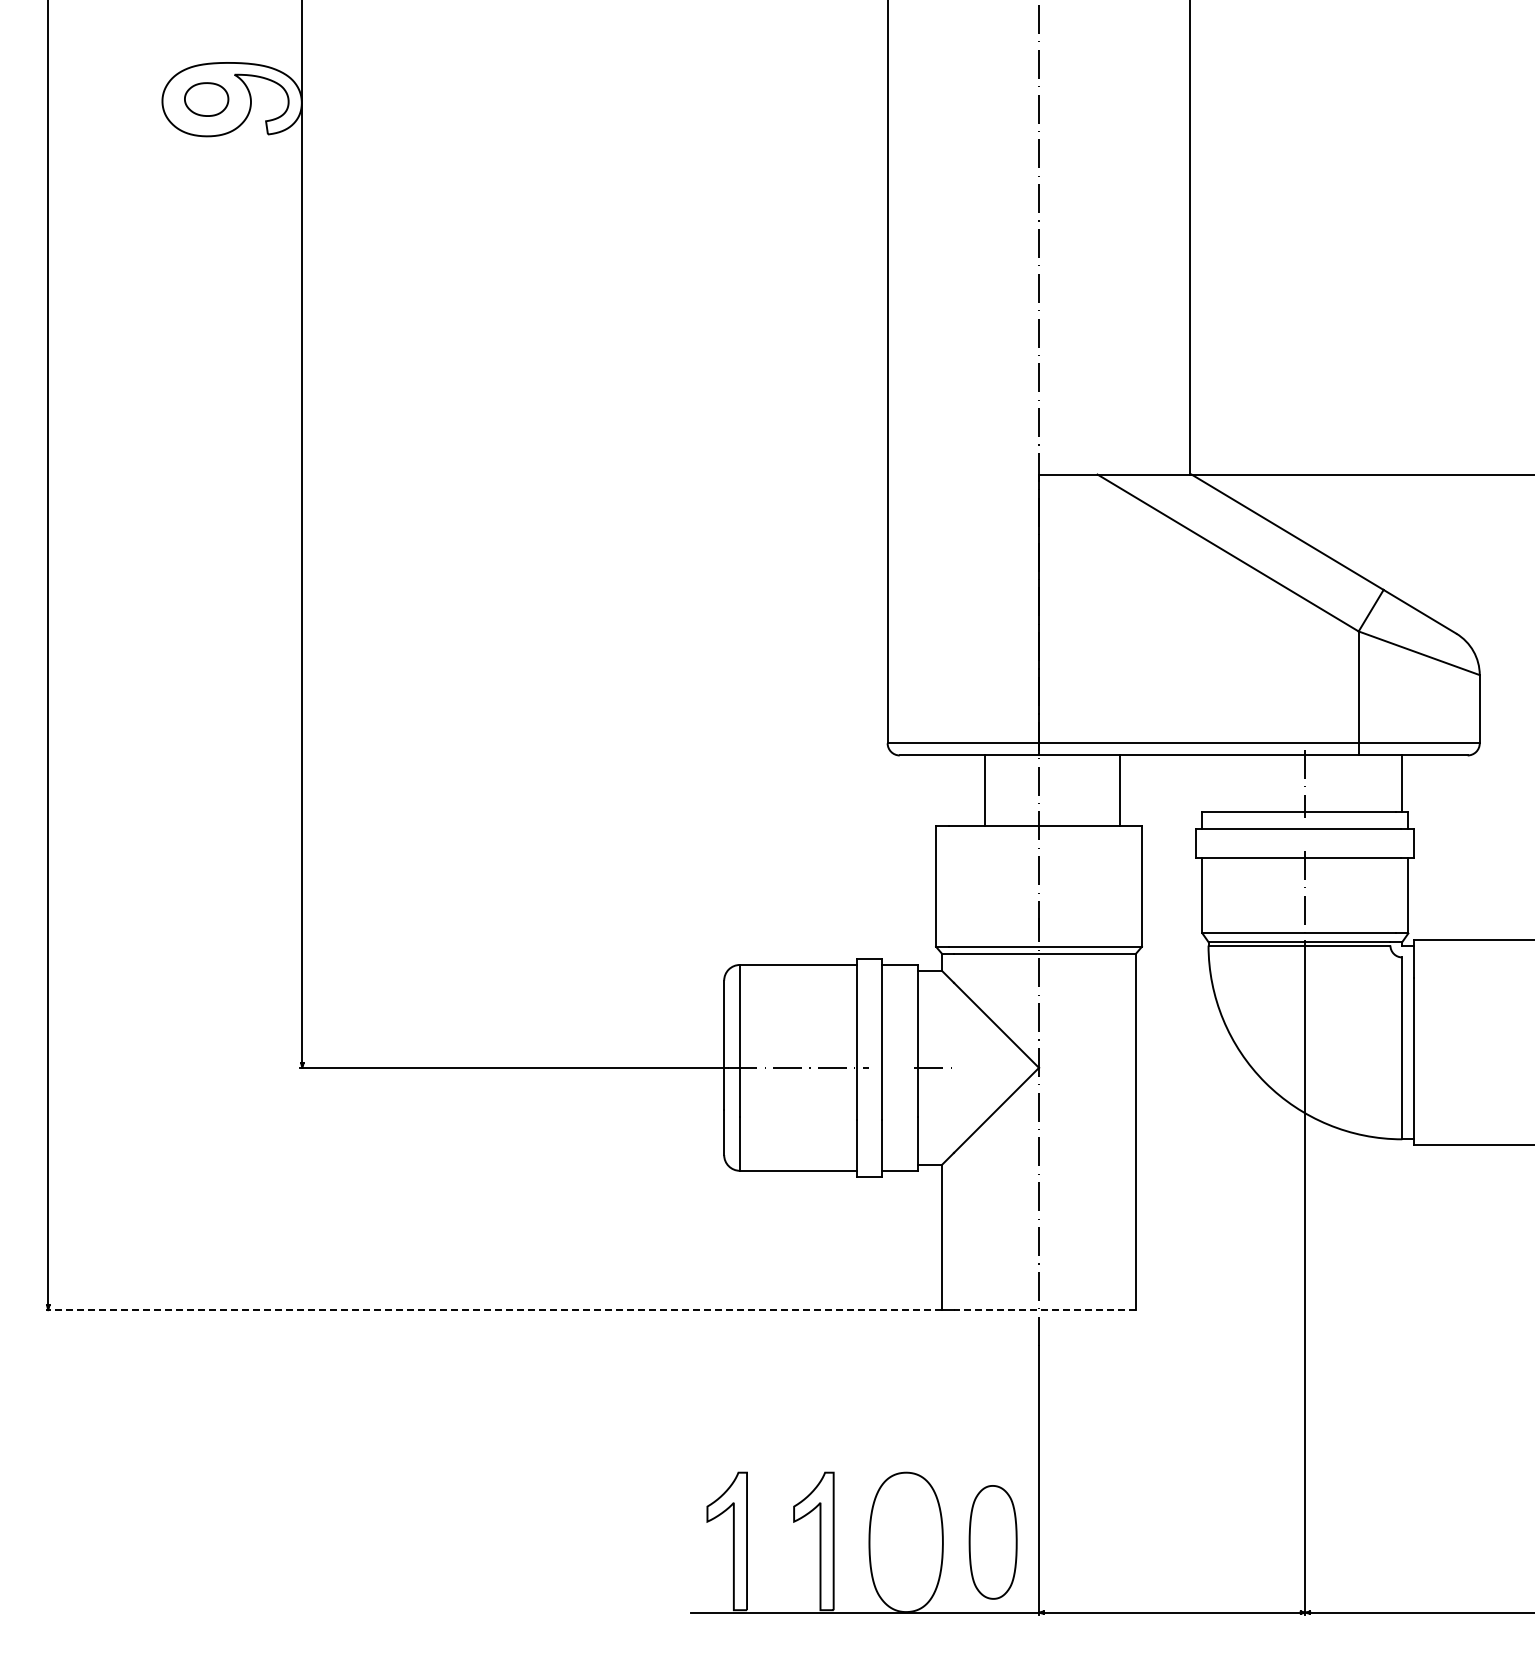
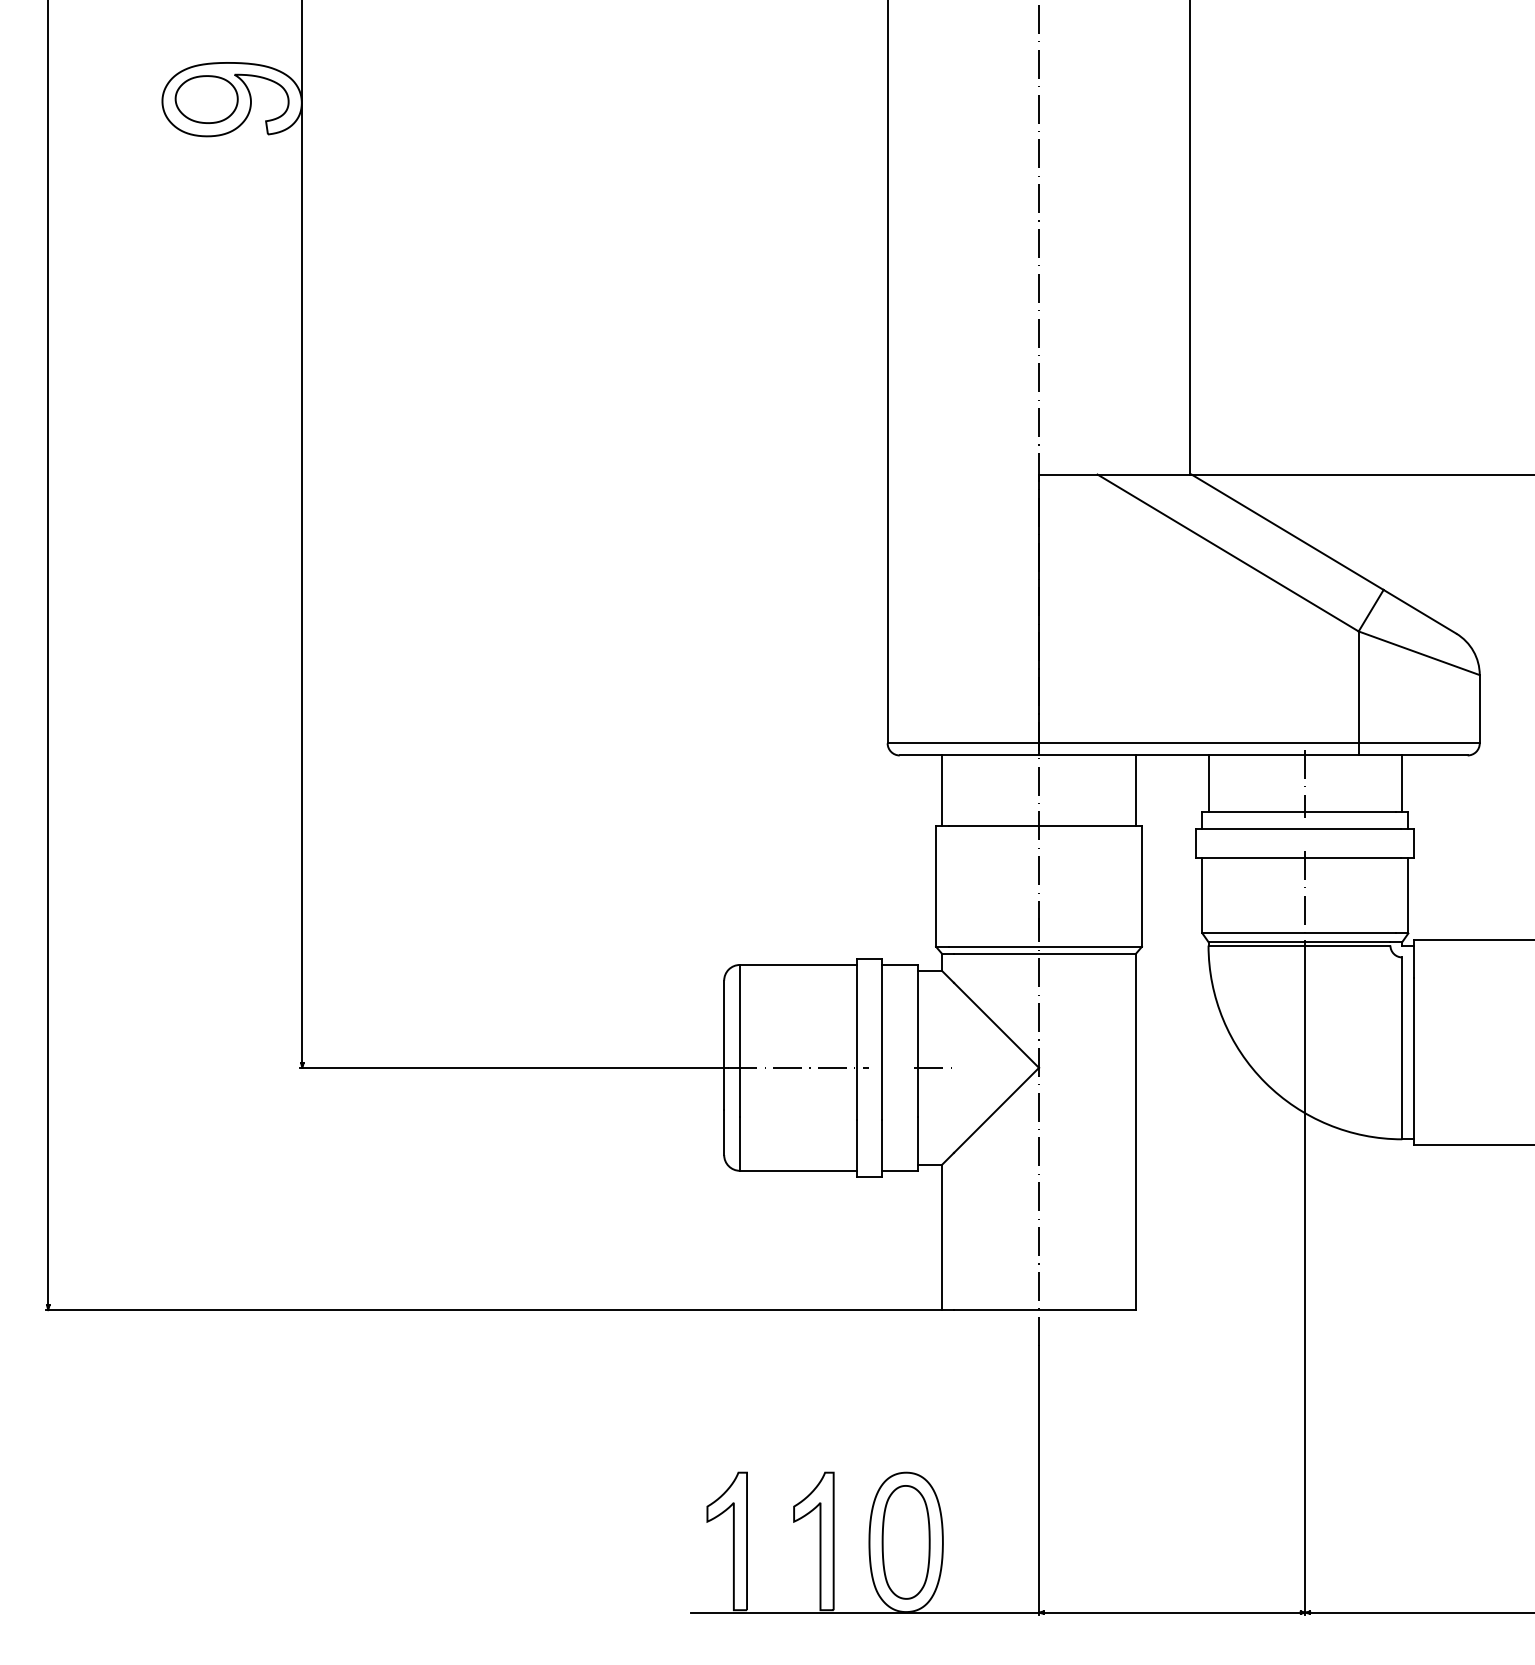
part at (206, 99) size: 46x35 px -> 65x49 px
line at (1208, 783): none -> present
line at (985, 790) position: (985, 790) -> (942, 790)
line at (1119, 790) position: (1119, 790) -> (1135, 790)
line at (493, 1310): dashed -> solid
line at (1044, 1310): dashed -> solid
part at (992, 1542) position: (992, 1542) -> (905, 1542)
